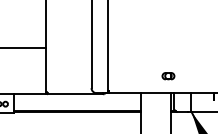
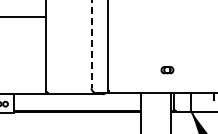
line at (91, 44): solid -> dashed
line at (23, 48) position: (23, 48) -> (23, 17)
part at (168, 76) position: (168, 76) -> (167, 70)
